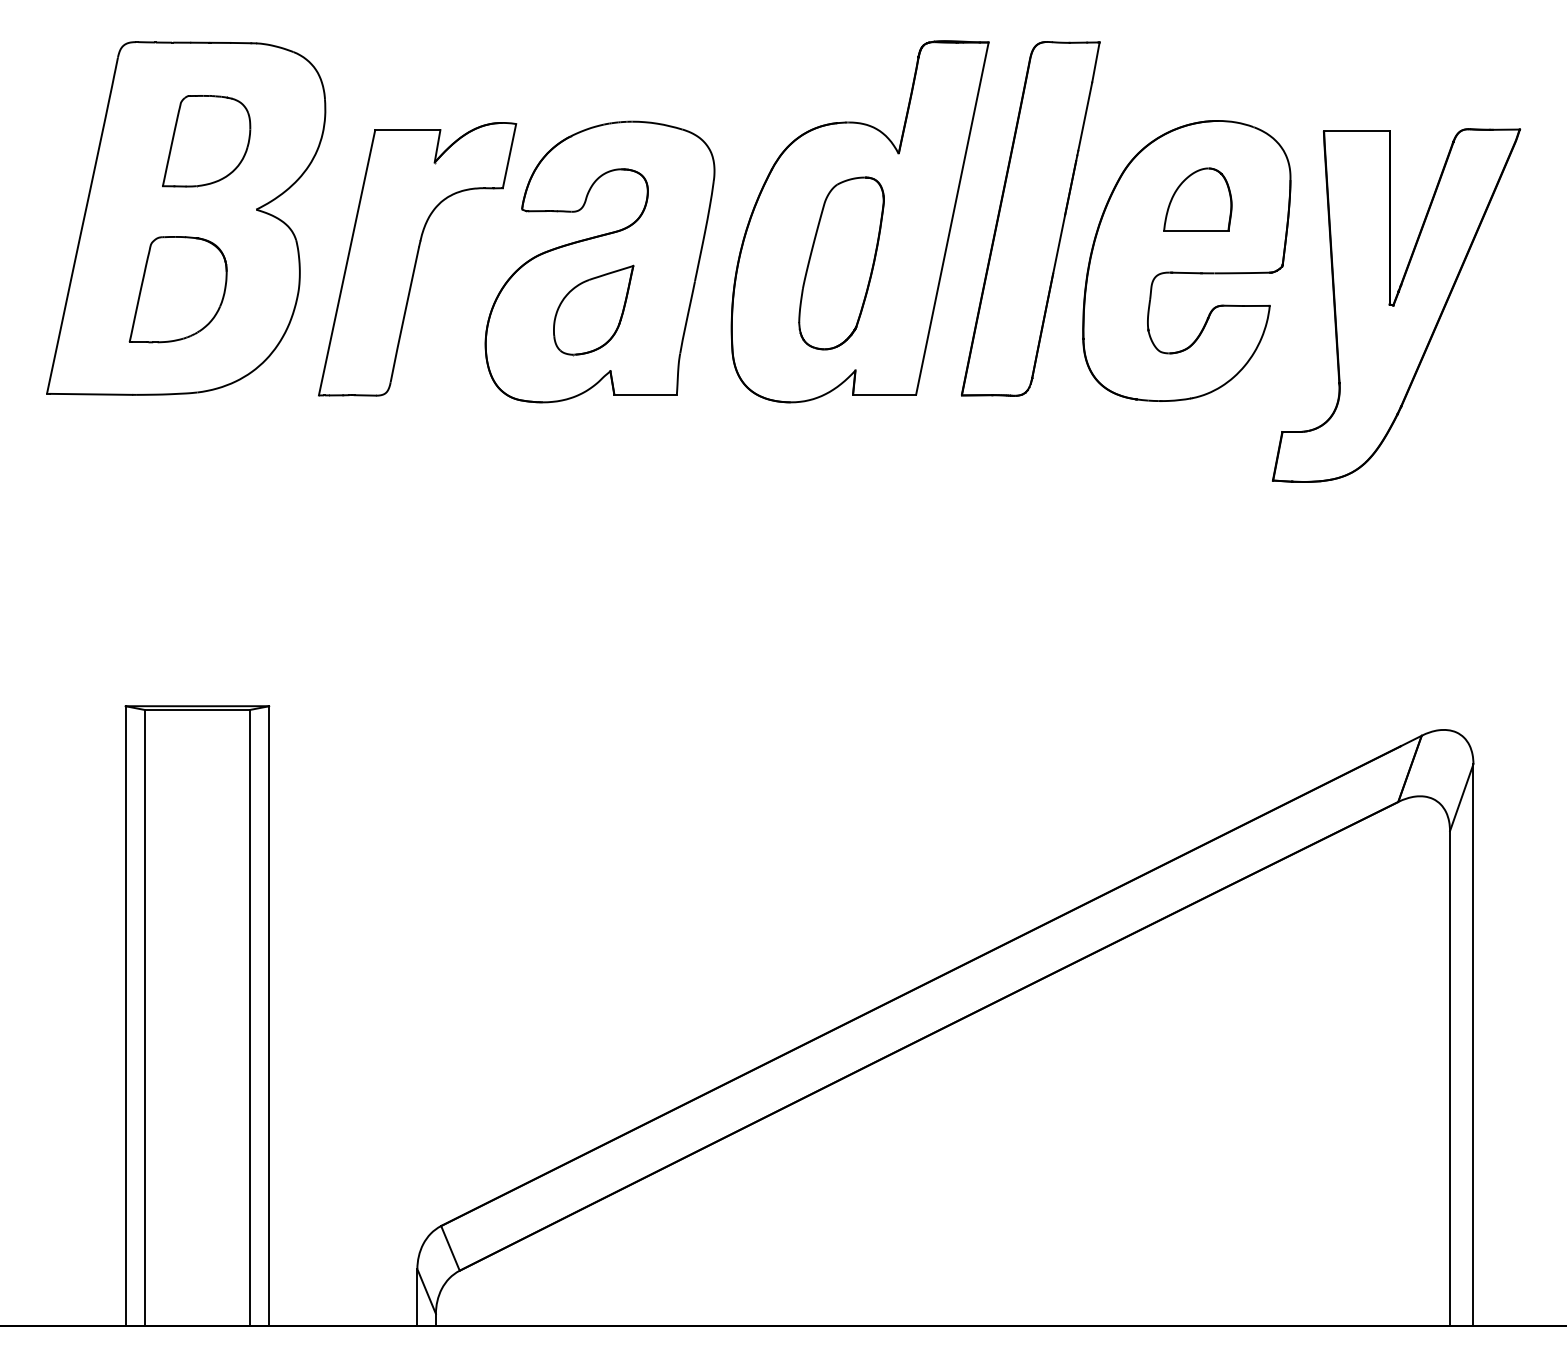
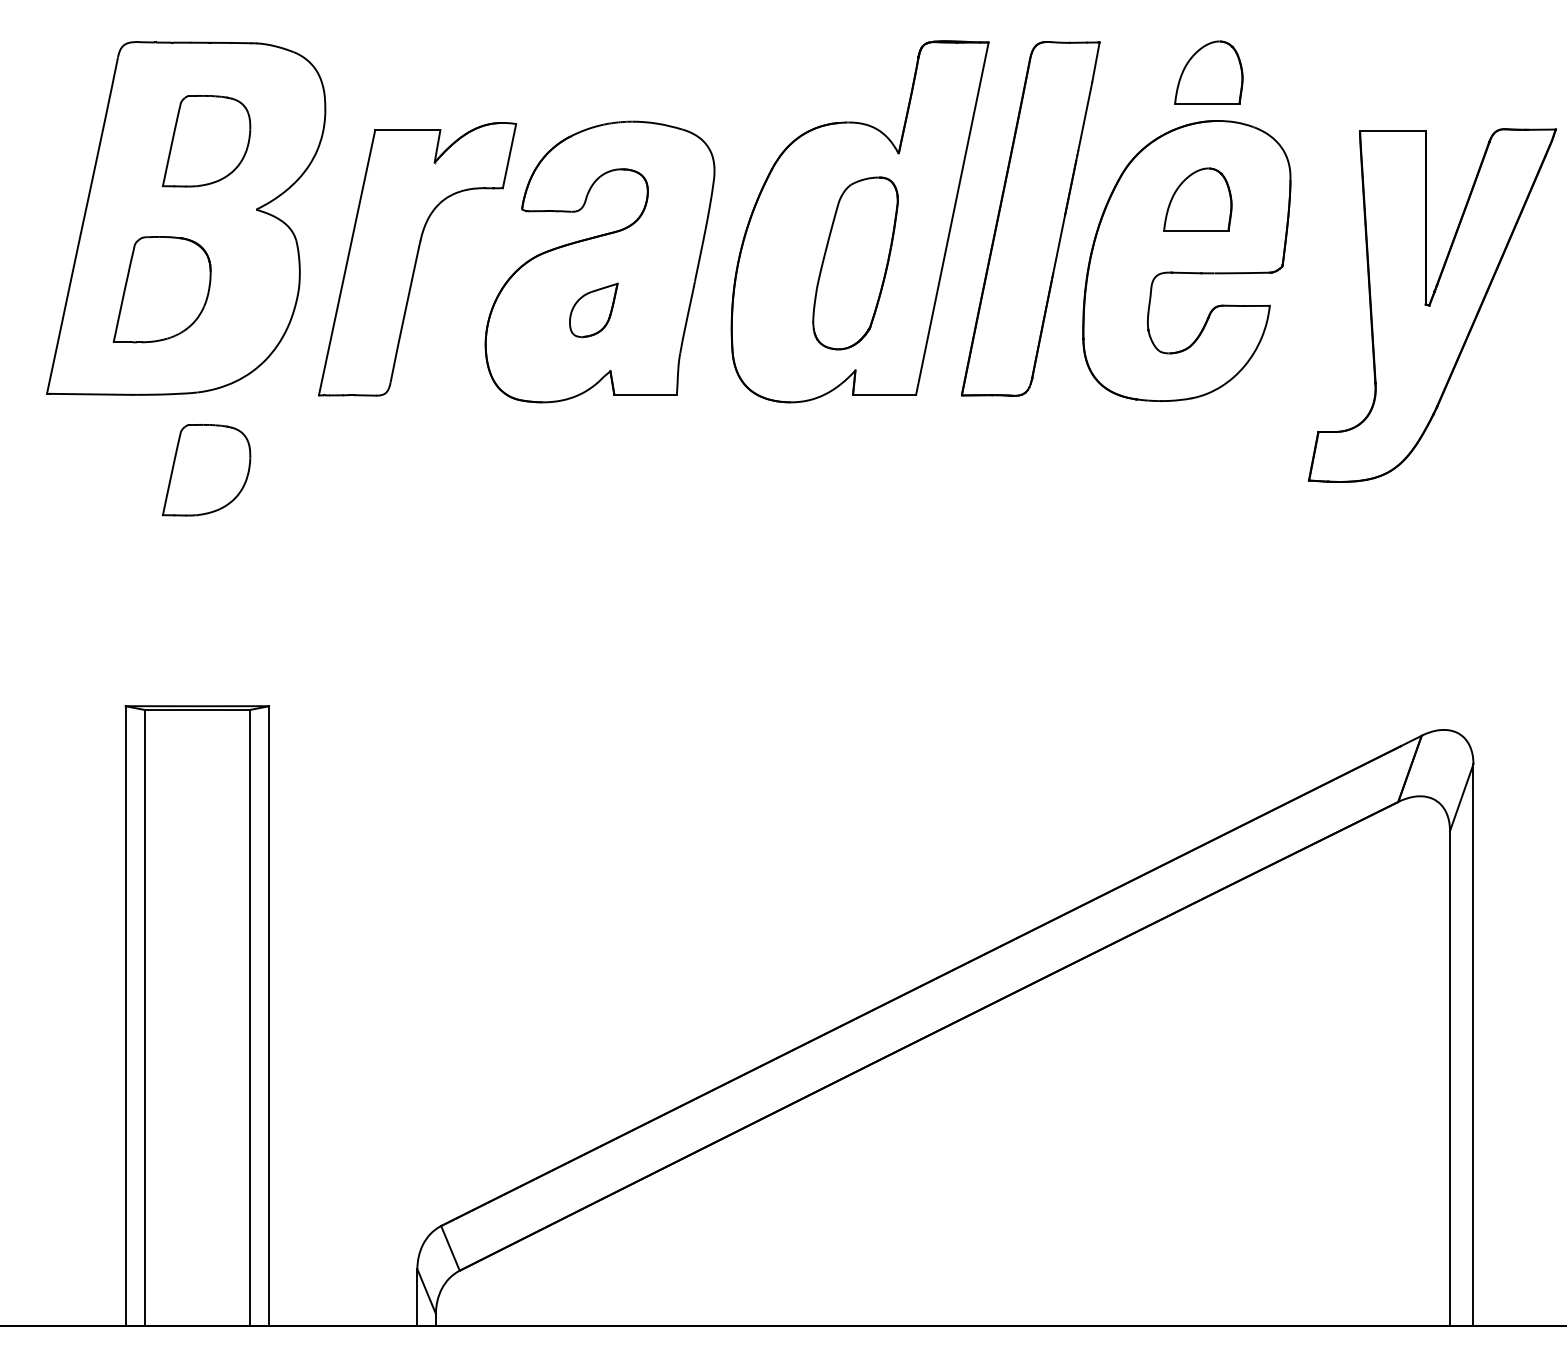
part at (1208, 72): none -> present
part at (841, 263) position: (841, 263) -> (855, 263)
part at (177, 289) position: (177, 289) -> (161, 289)
part at (1396, 305) position: (1396, 305) -> (1432, 305)
part at (593, 310) size: 82x93 px -> 50x57 px
part at (206, 470): none -> present
